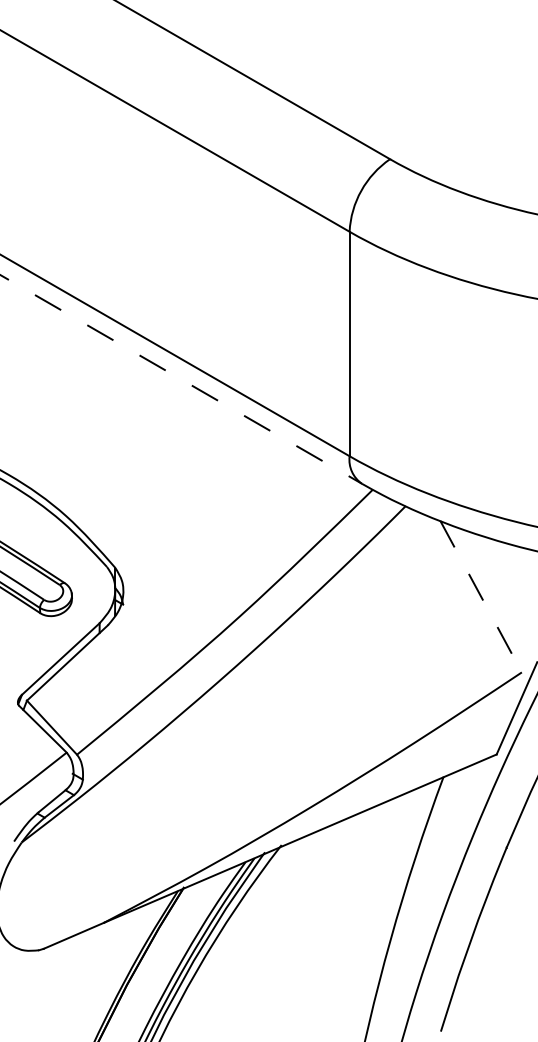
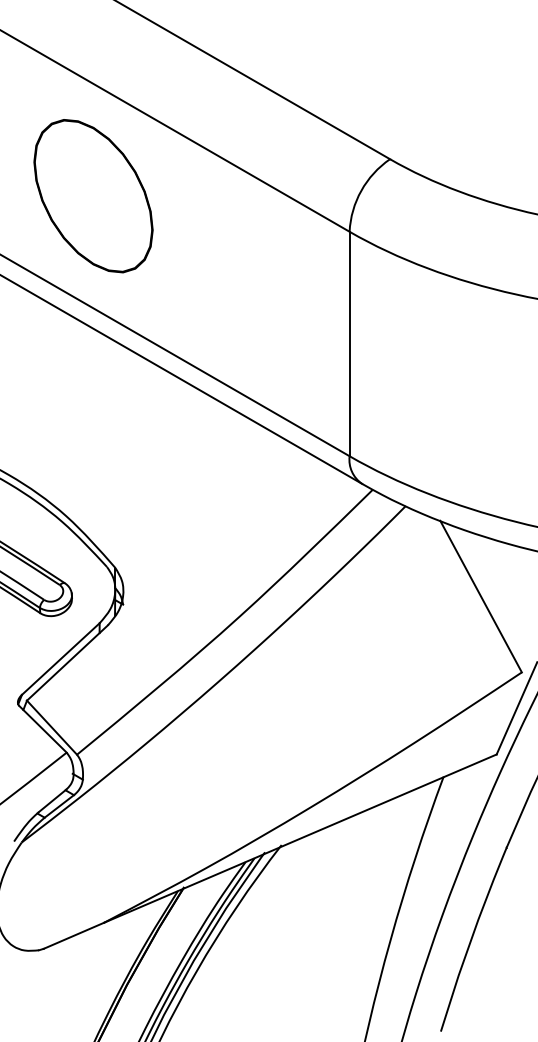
part at (93, 196): none -> present
line at (181, 379): dashed -> solid
line at (481, 597): dashed -> solid
